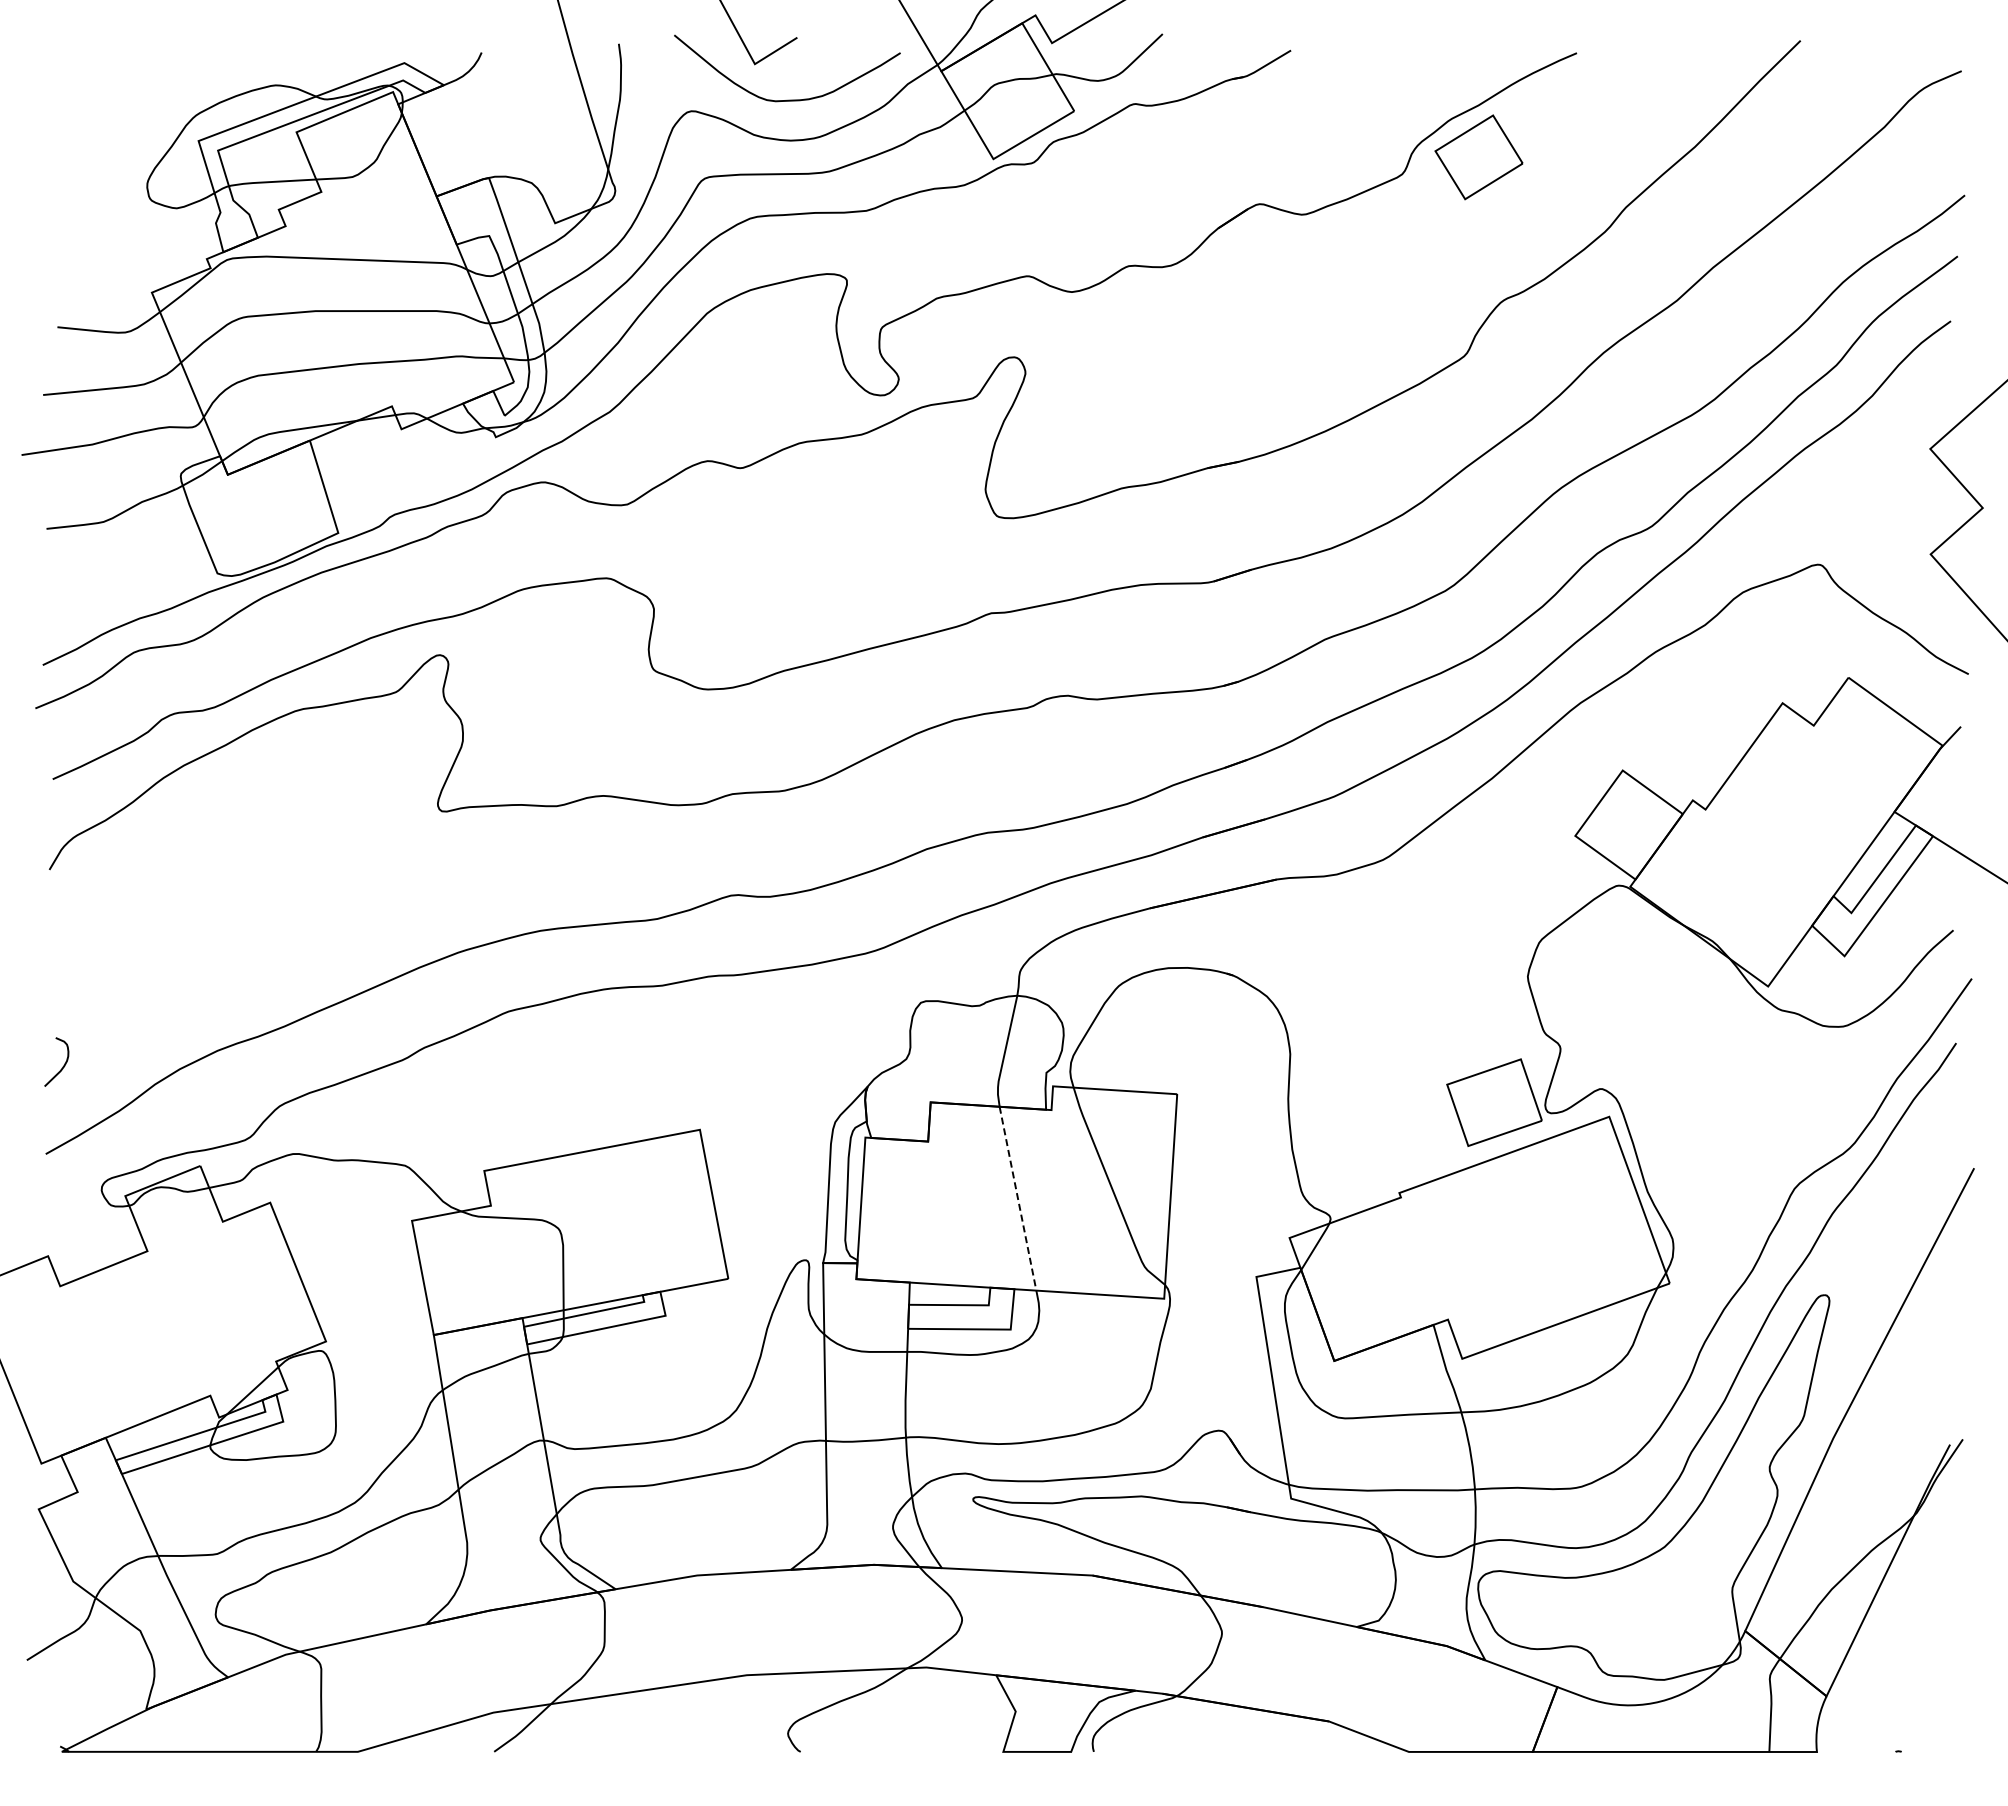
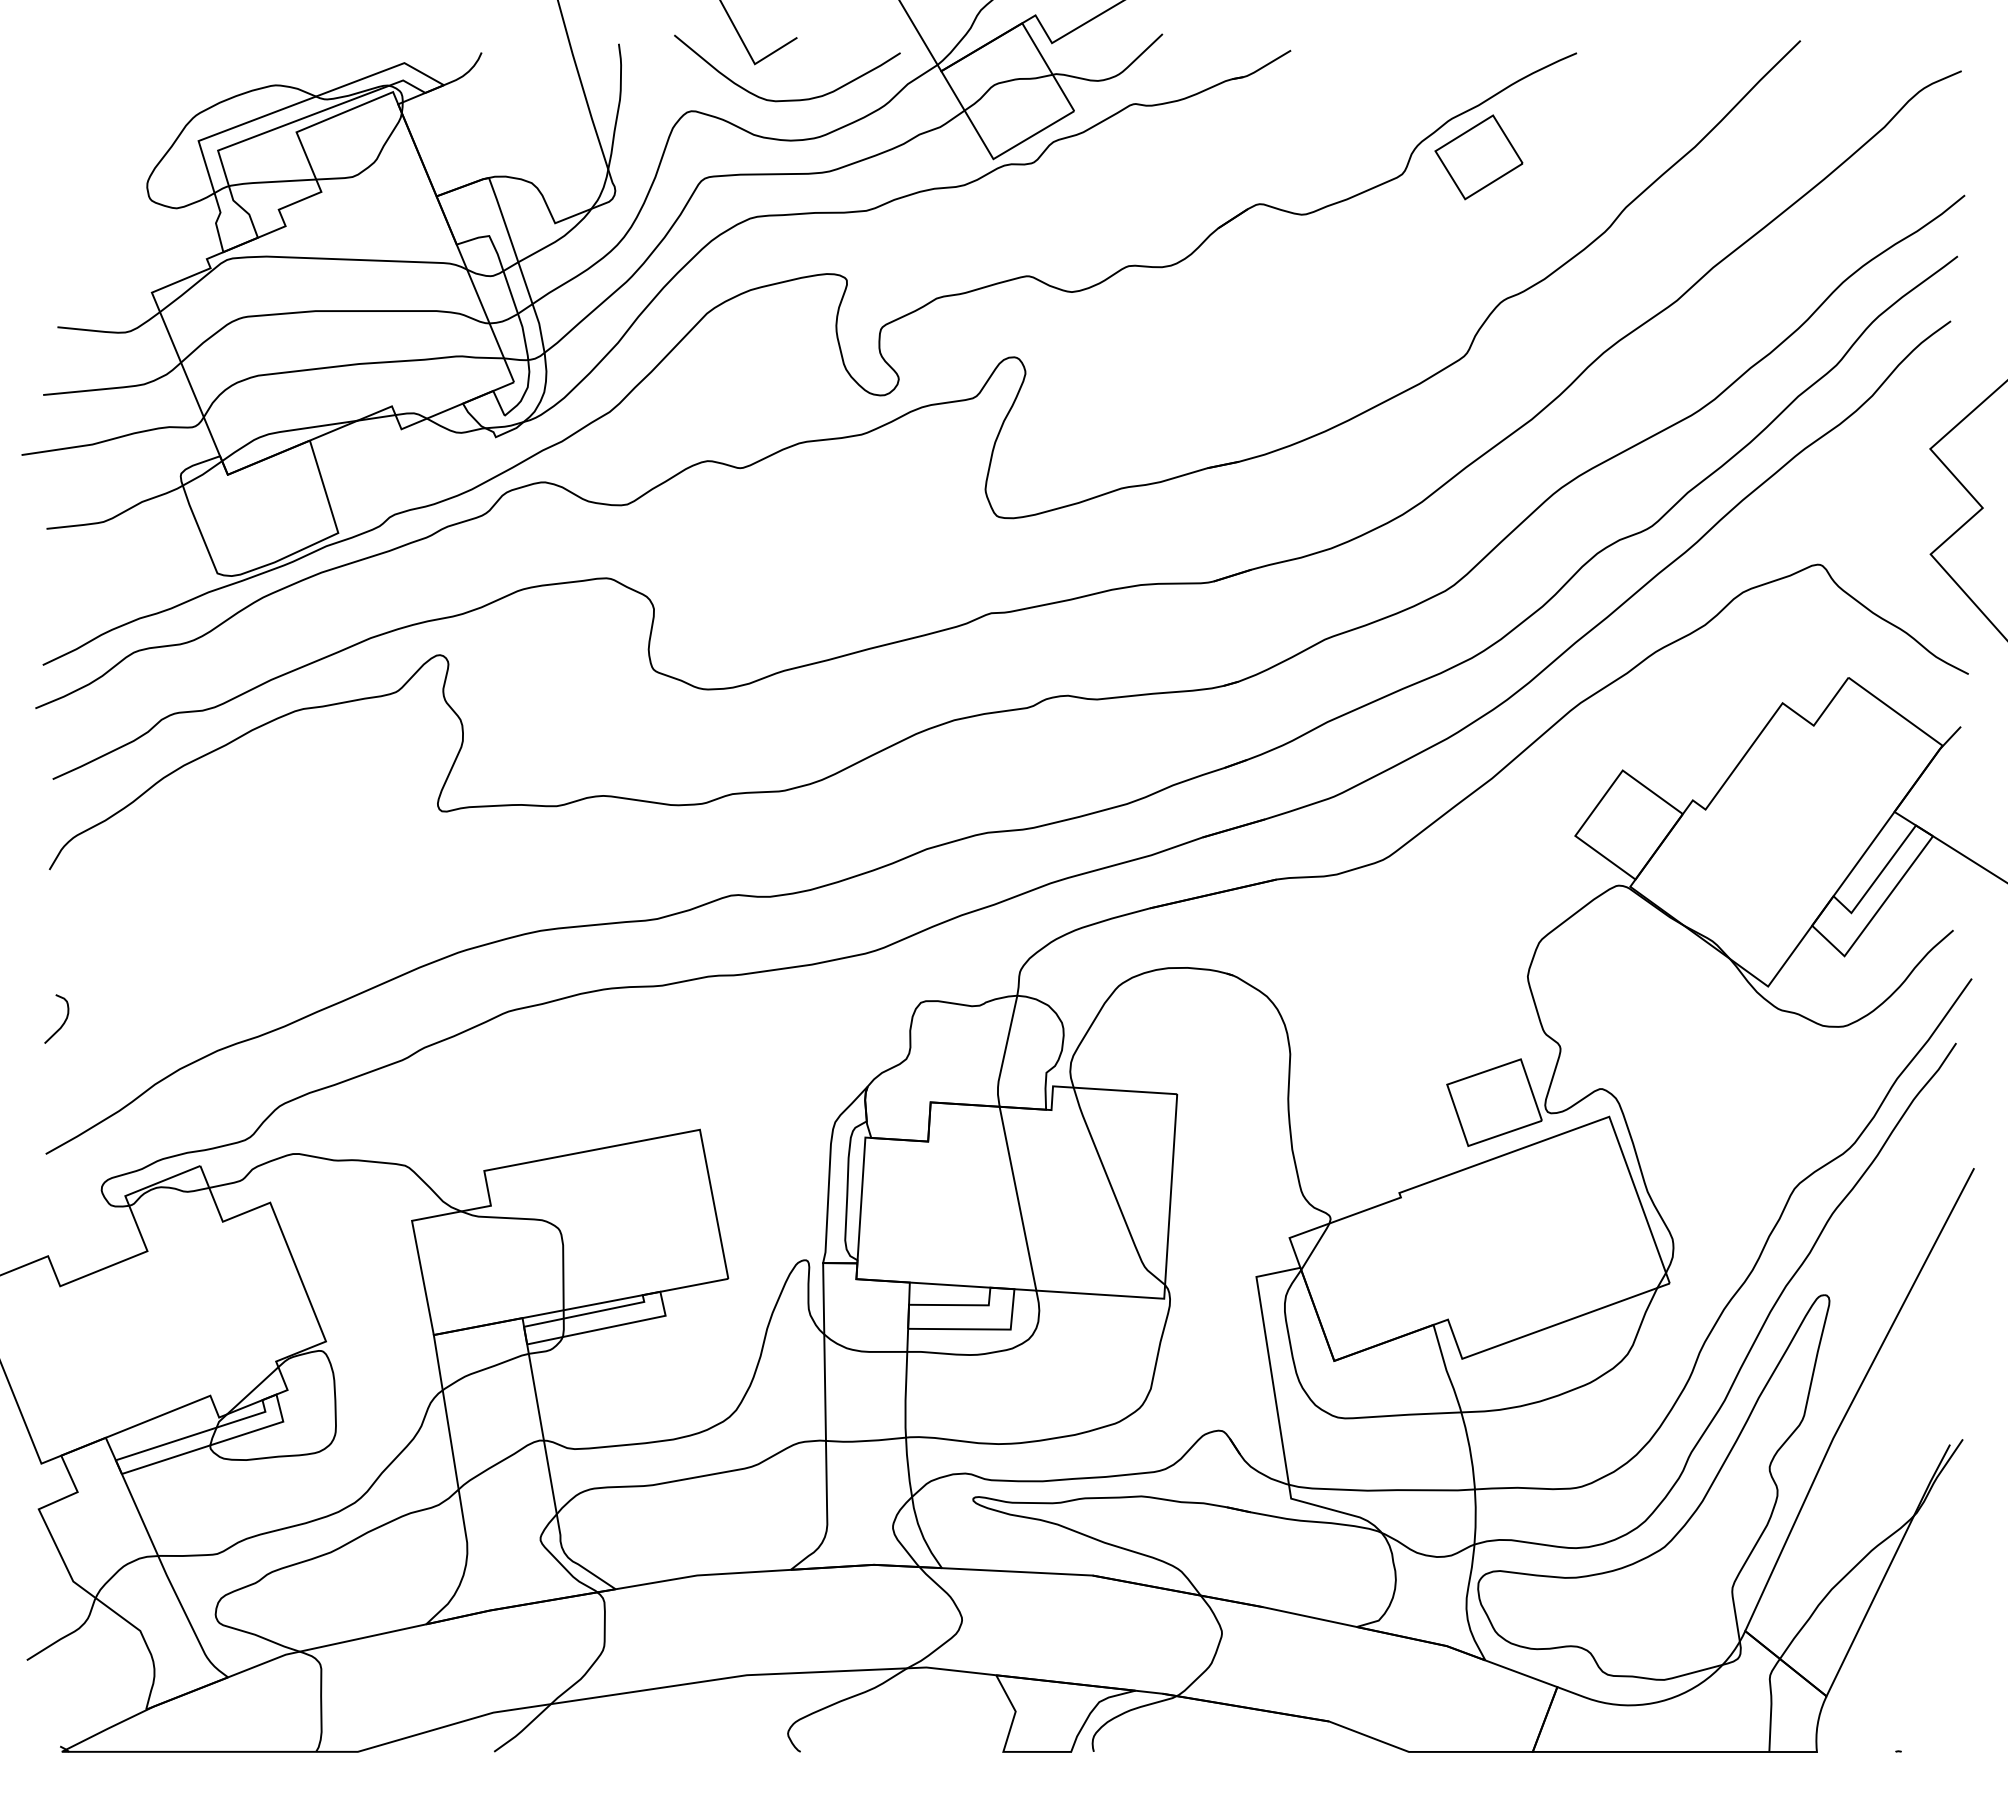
curve at (62, 1066) position: (62, 1066) -> (62, 1023)
line at (1018, 1198): dashed -> solid
